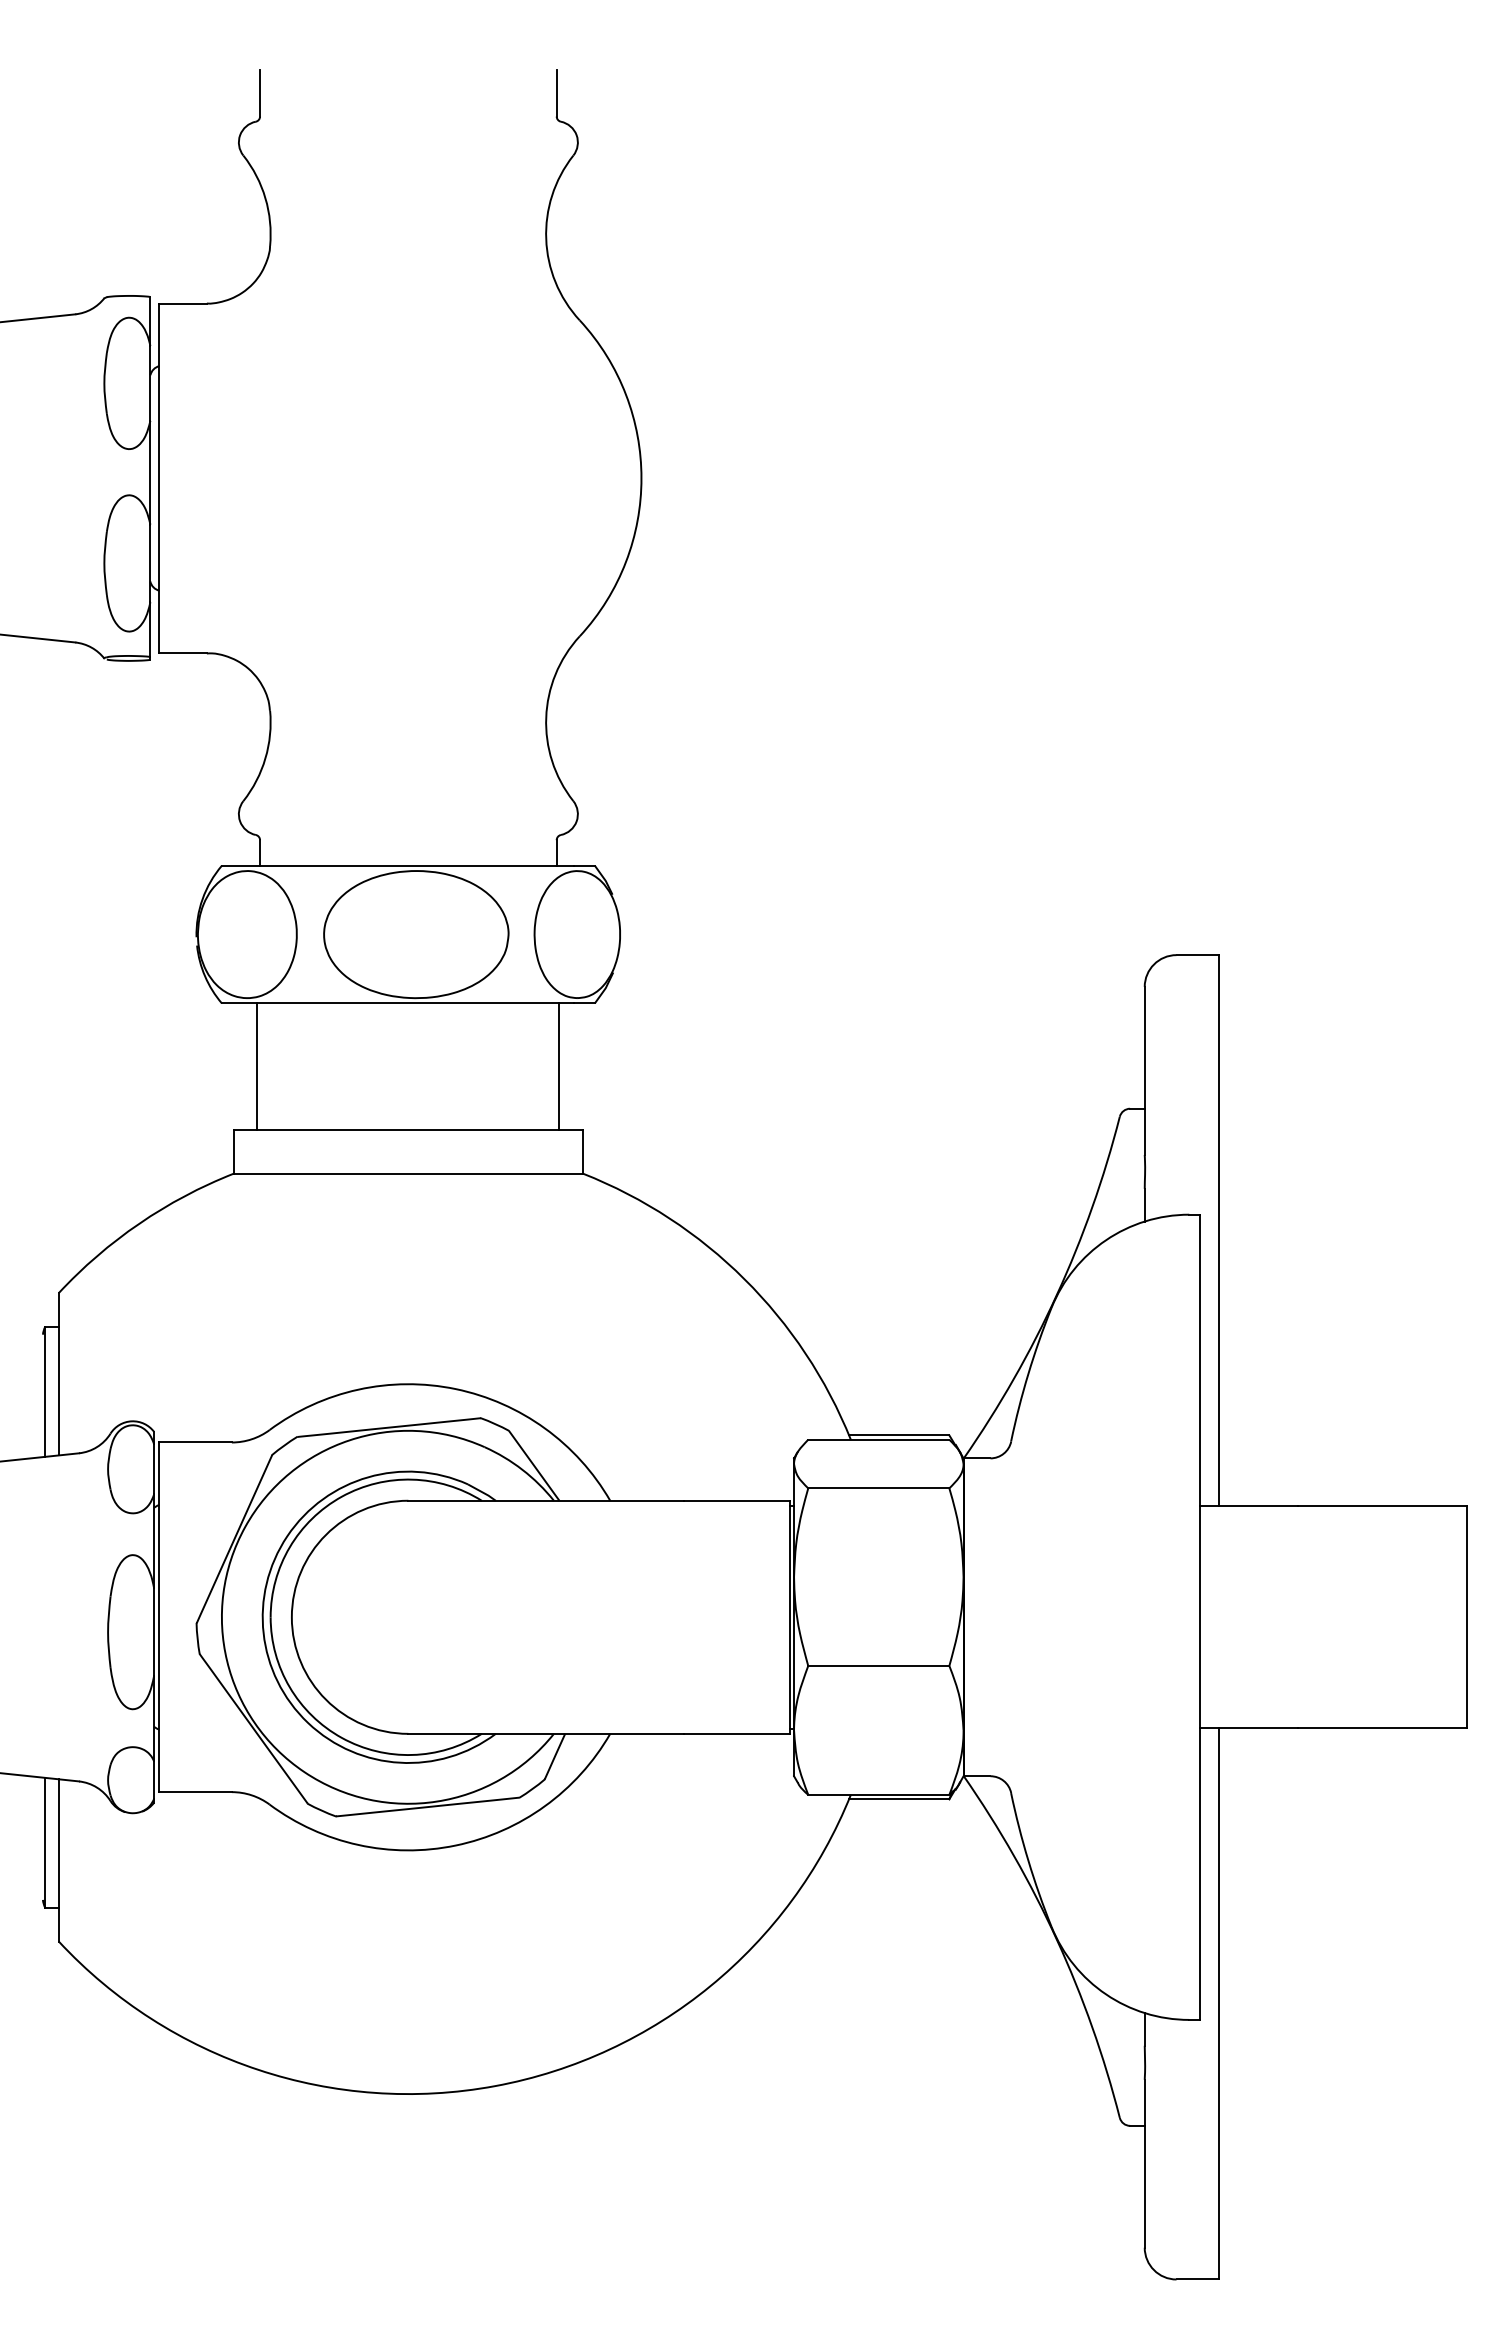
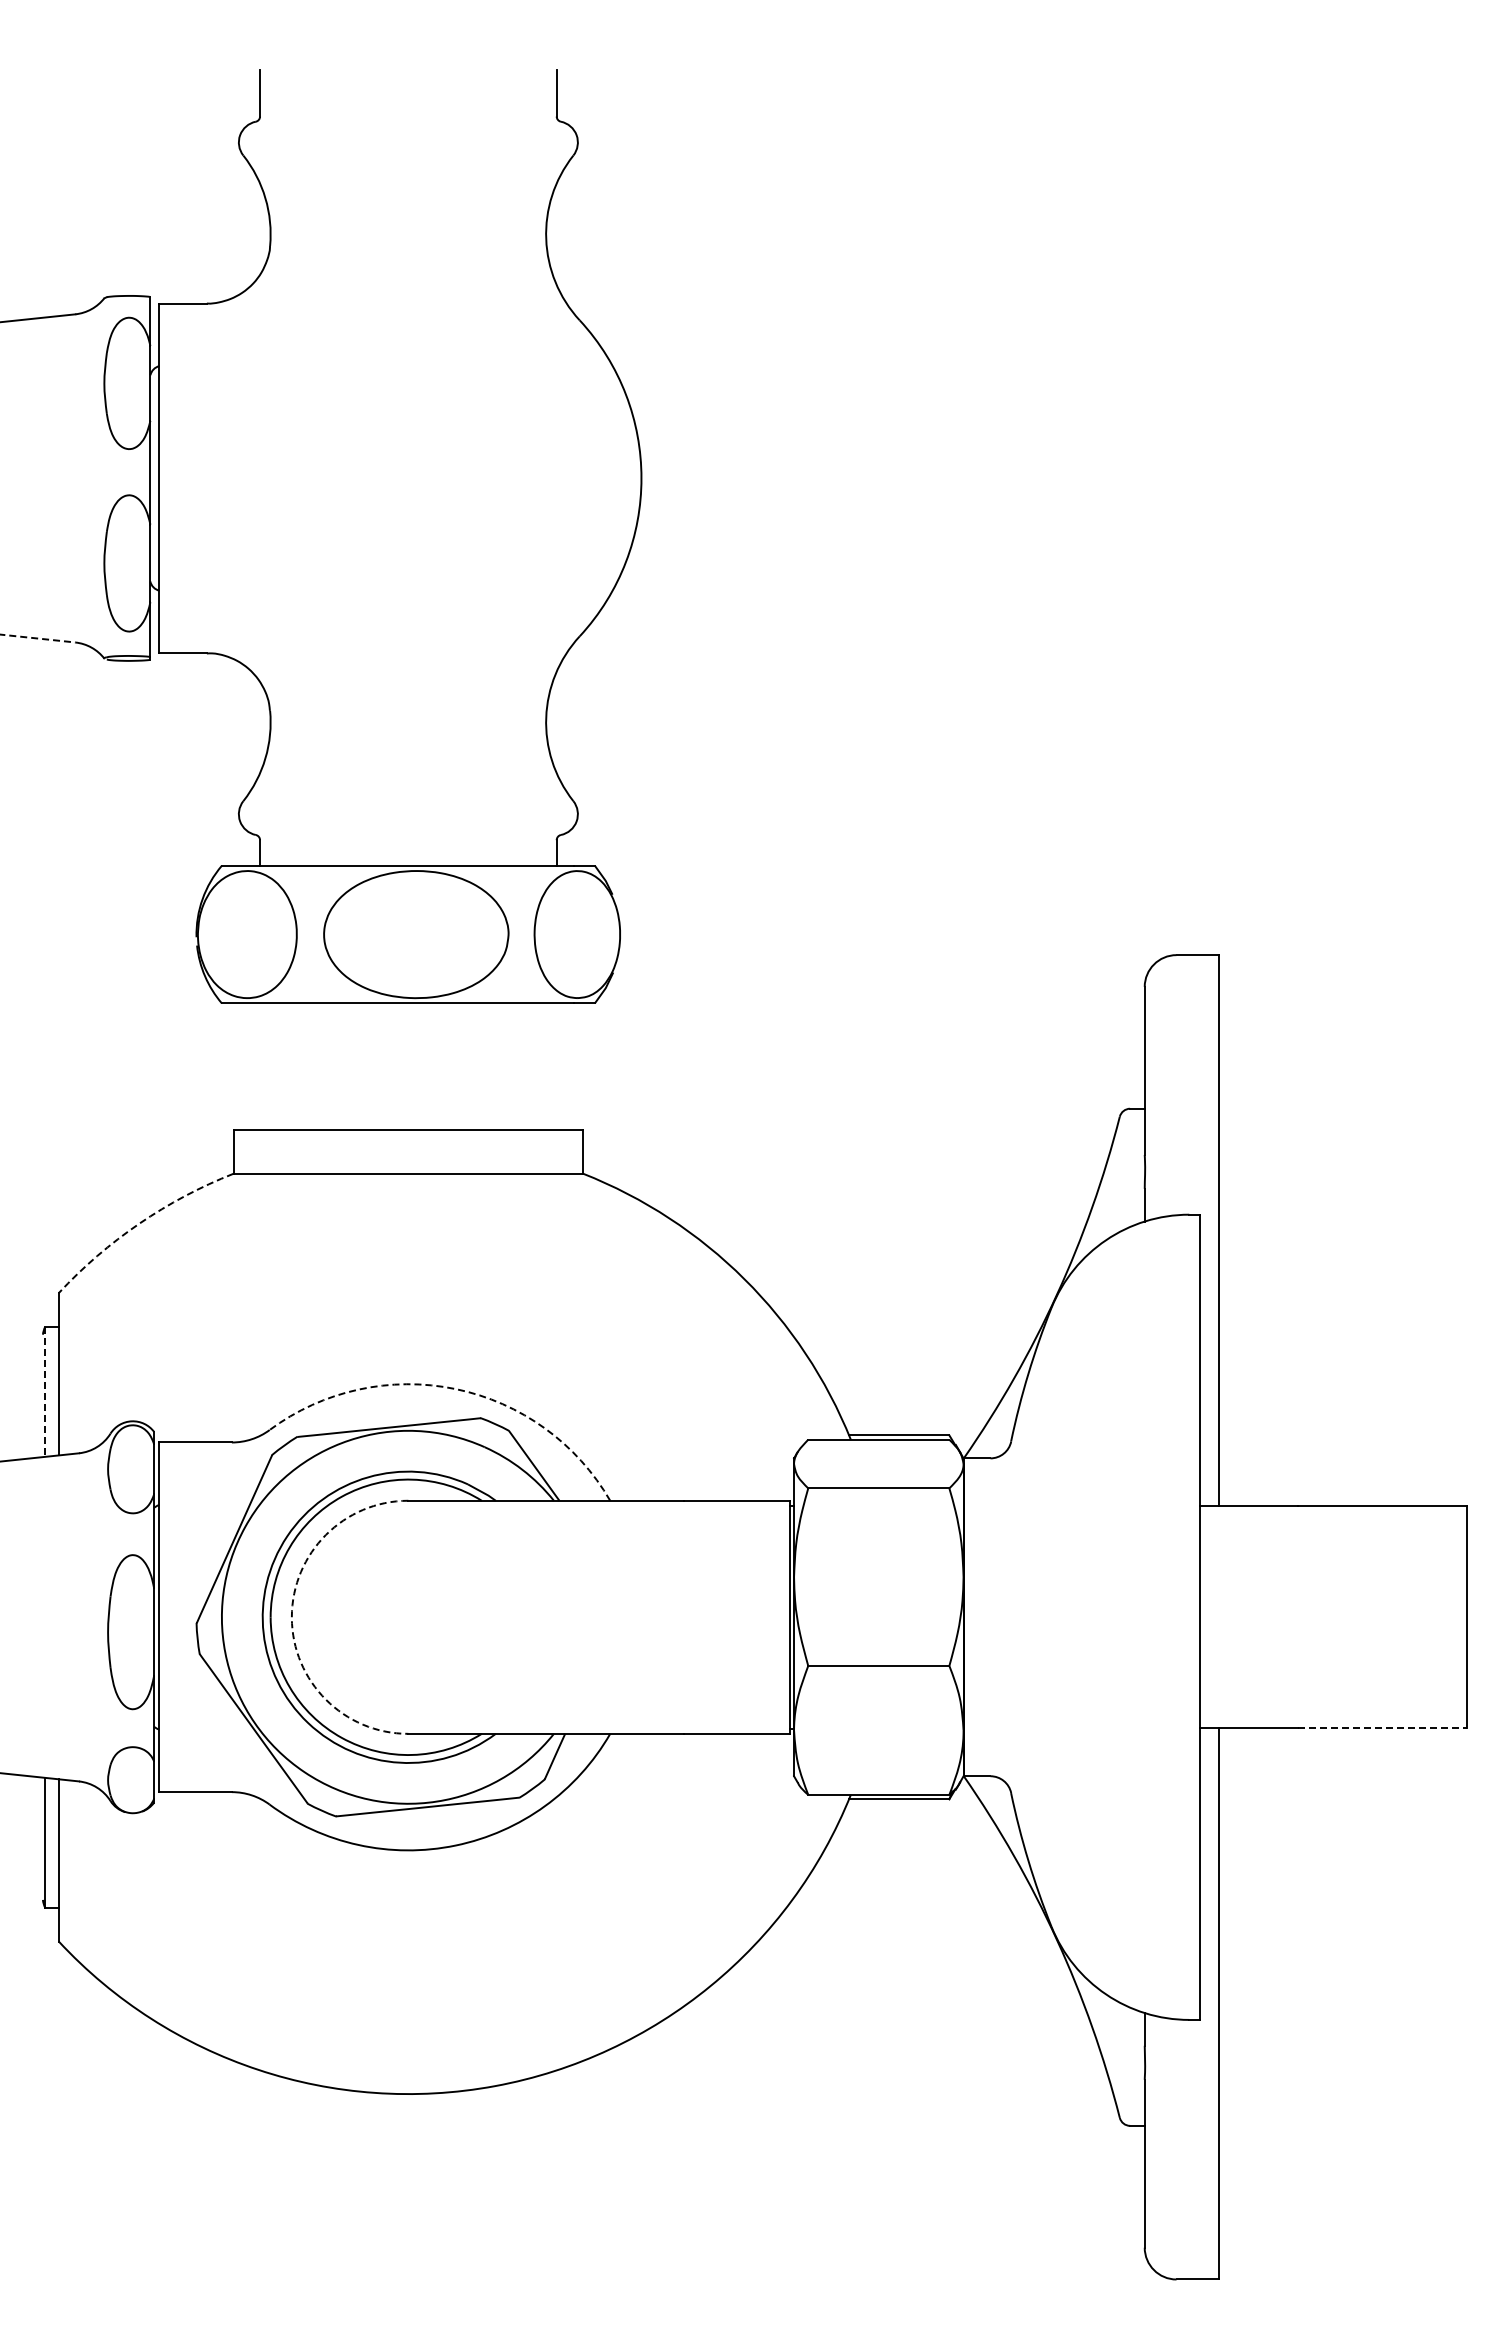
line at (38, 638): solid -> dashed
line at (257, 1066): present -> none
line at (559, 1066): present -> none
arc at (139, 1223): solid -> dashed
arc at (455, 1389): solid -> dashed
line at (45, 1391): solid -> dashed
arc at (291, 1617): solid -> dashed
line at (1383, 1728): solid -> dashed
